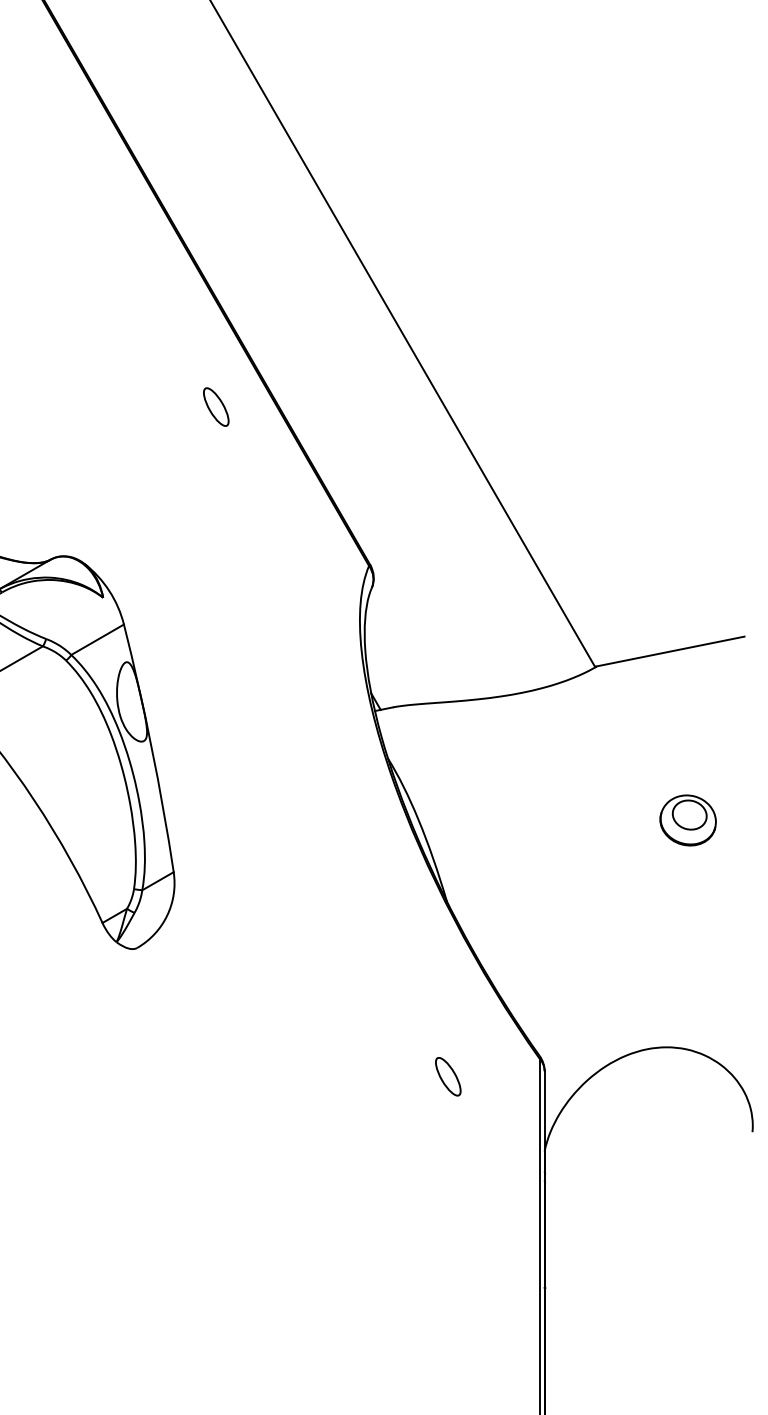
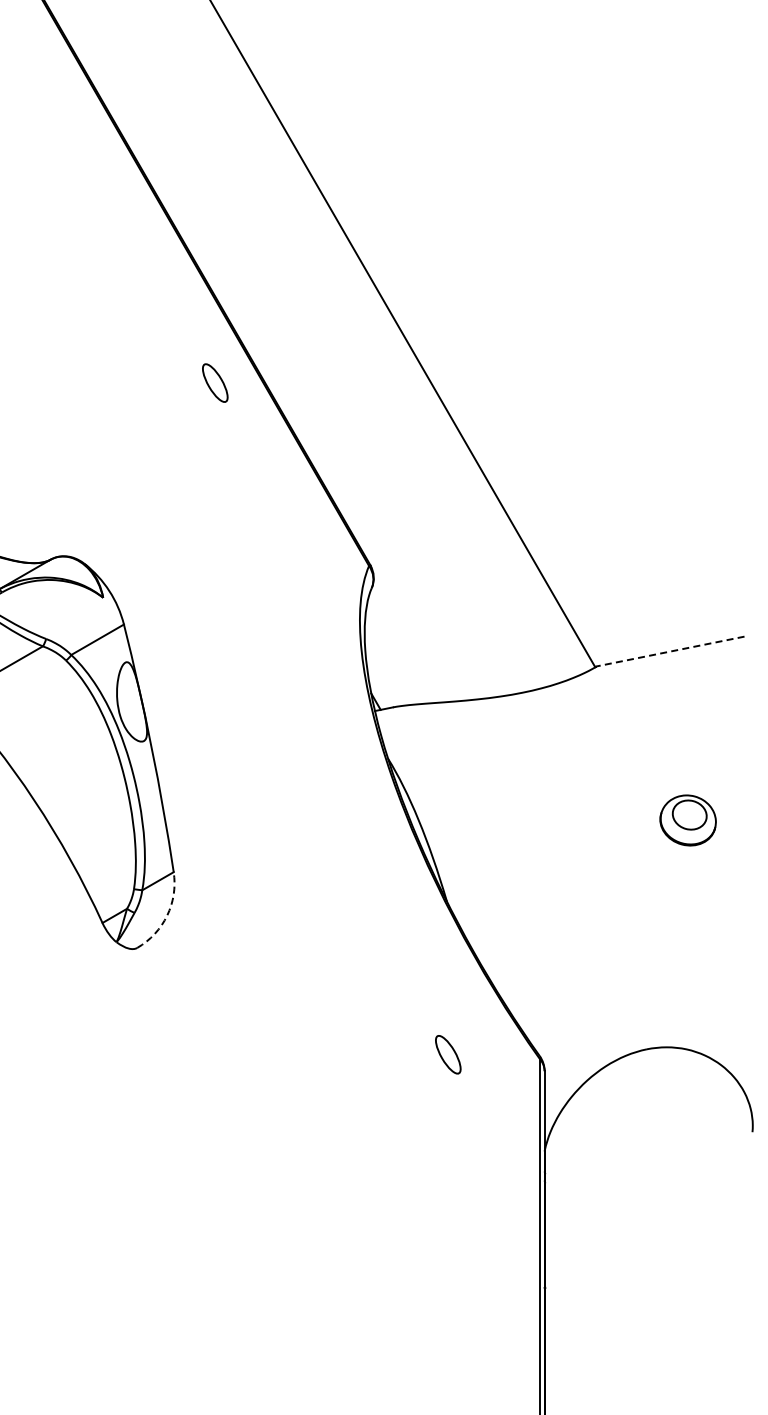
part at (216, 406) position: (216, 406) -> (215, 382)
line at (670, 651): solid -> dashed
arc at (167, 915): solid -> dashed
part at (448, 1076) position: (448, 1076) -> (448, 1054)
